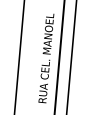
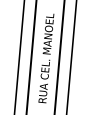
line at (31, 56): none -> present
